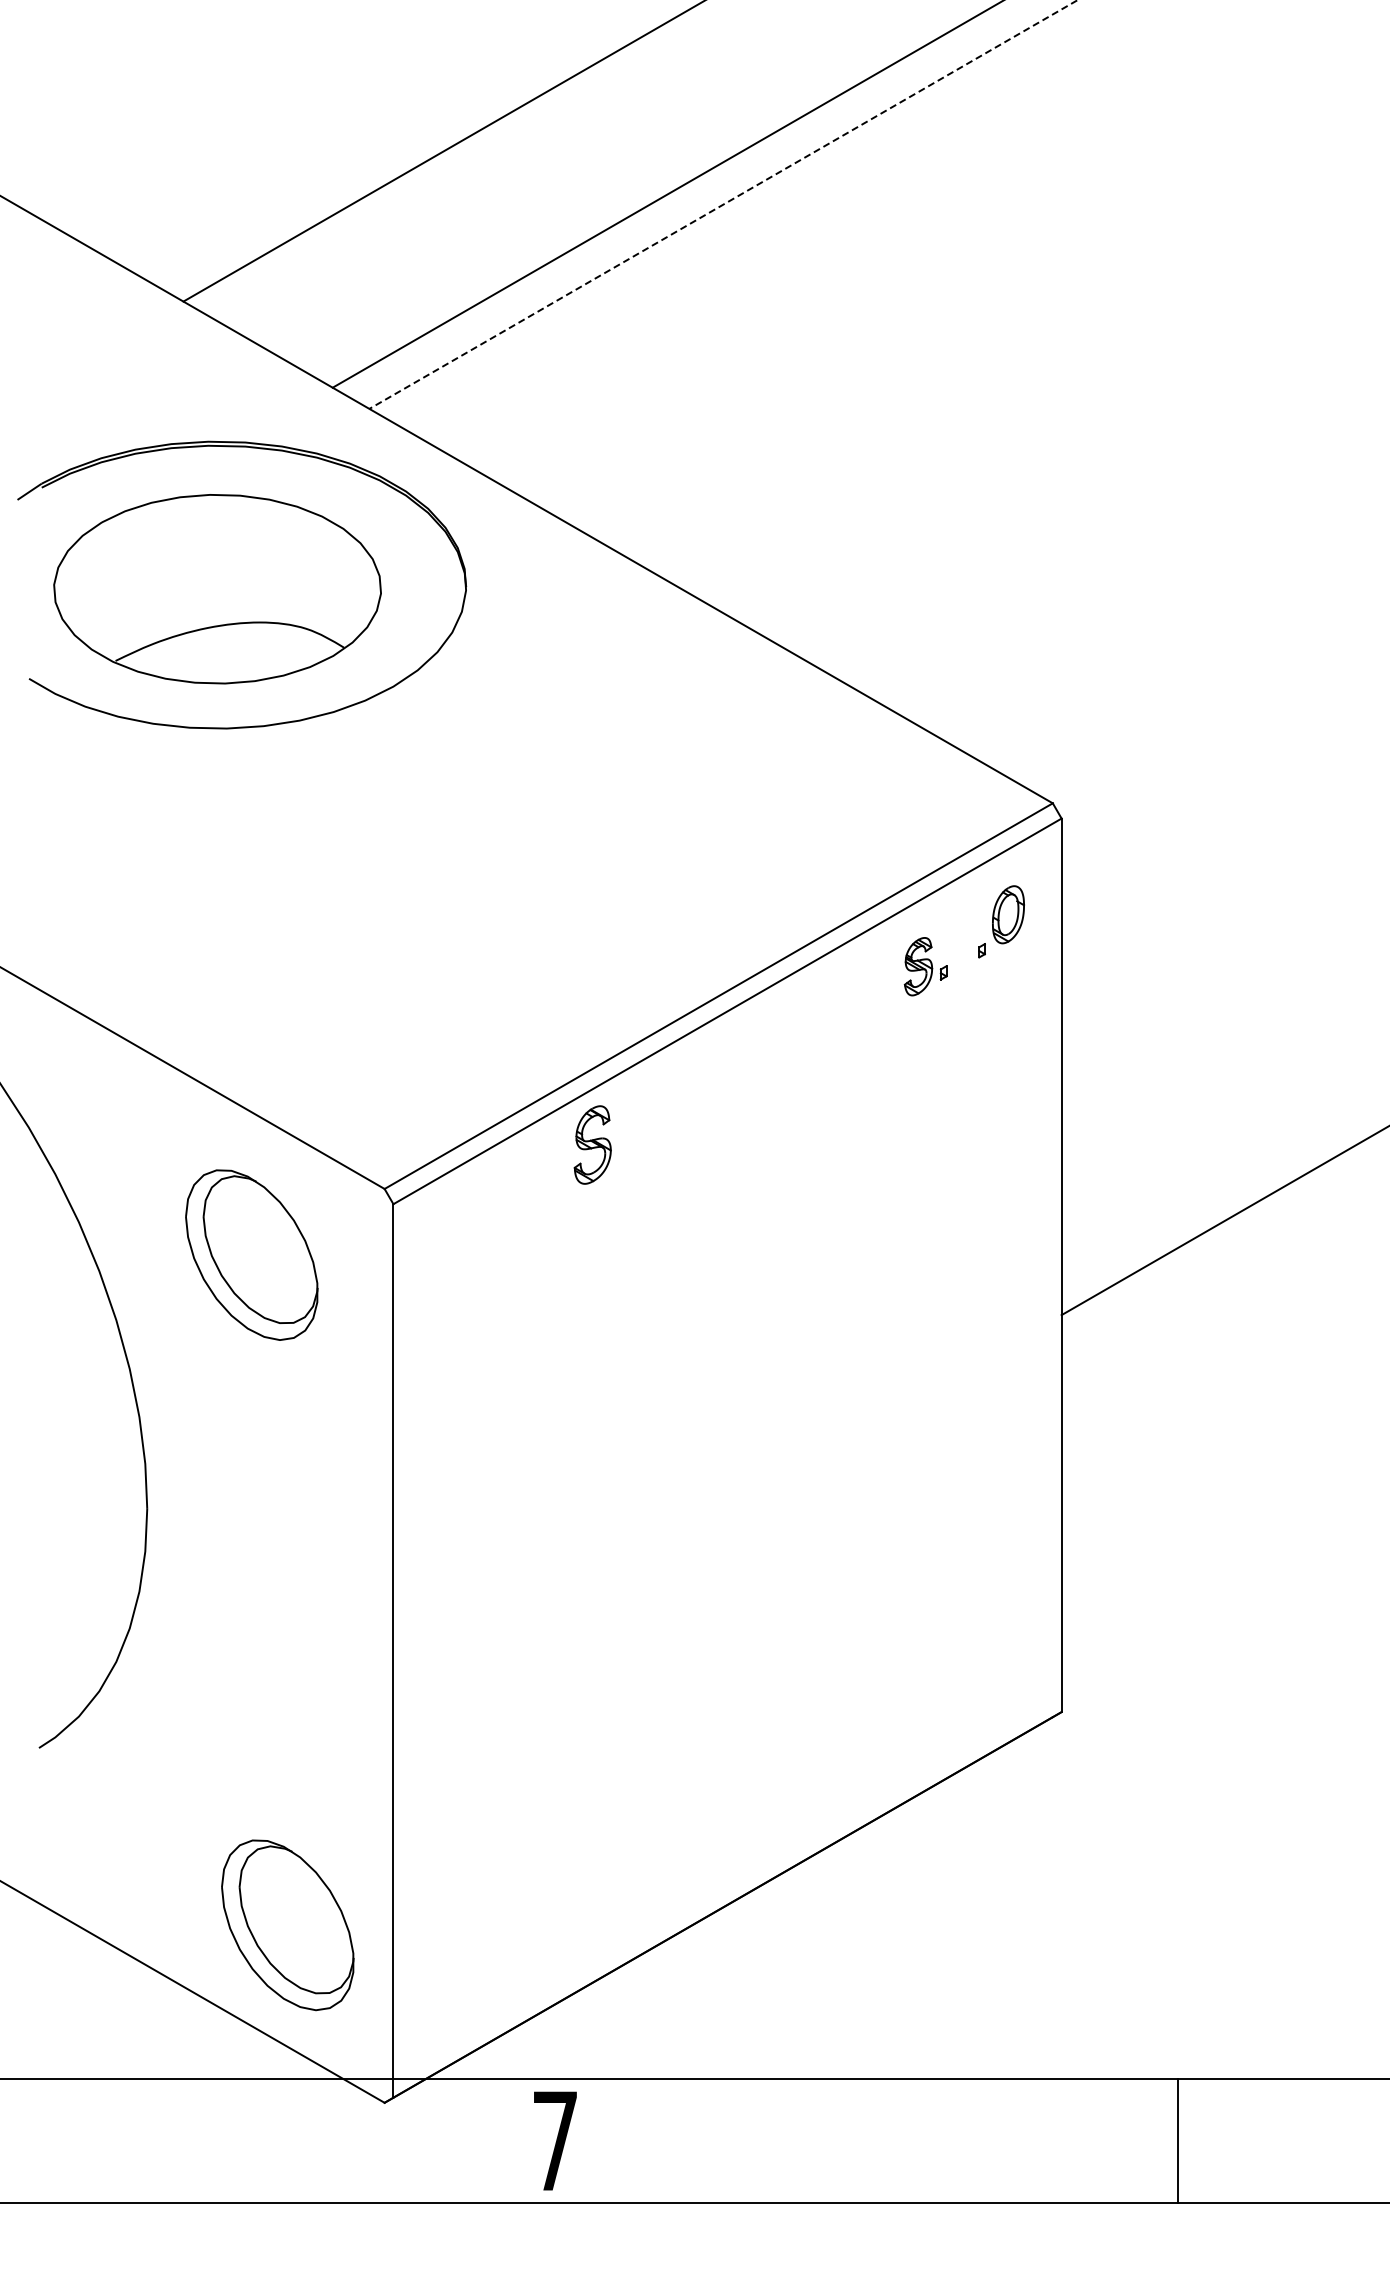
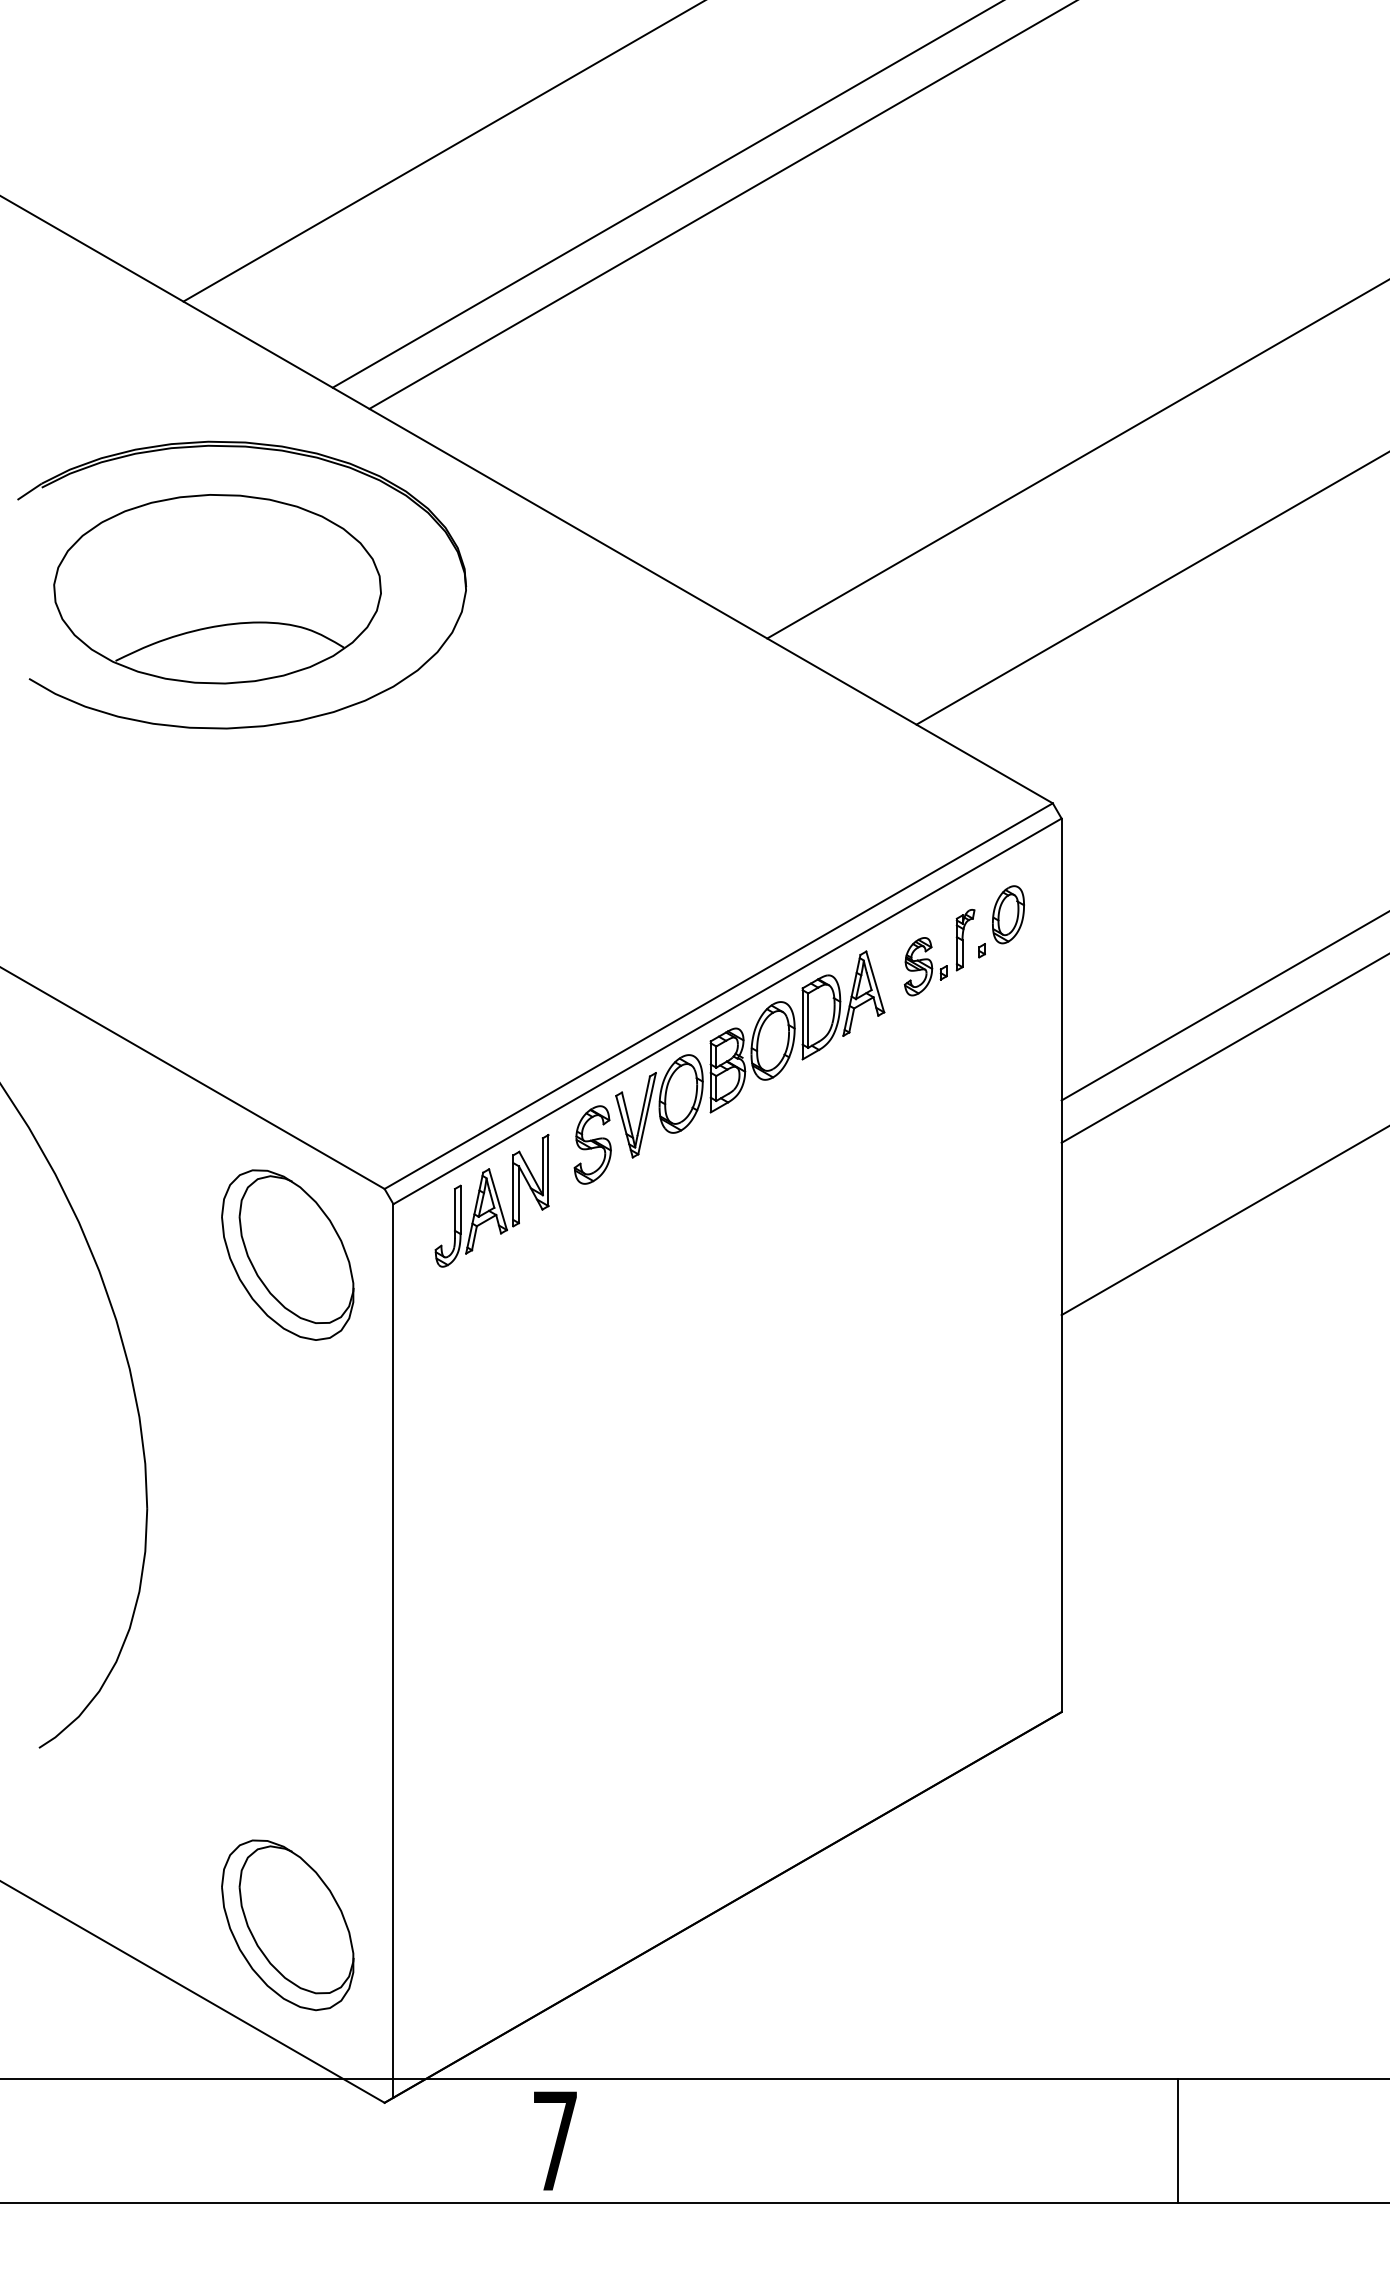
line at (723, 204): dashed -> solid
line at (1076, 459): none -> present
line at (1151, 588): none -> present
part at (965, 940): none -> present
line at (1223, 1006): none -> present
line at (1223, 1048): none -> present
part at (750, 1054): none -> present
part at (491, 1200): none -> present
part at (251, 1254) position: (251, 1254) -> (287, 1254)
